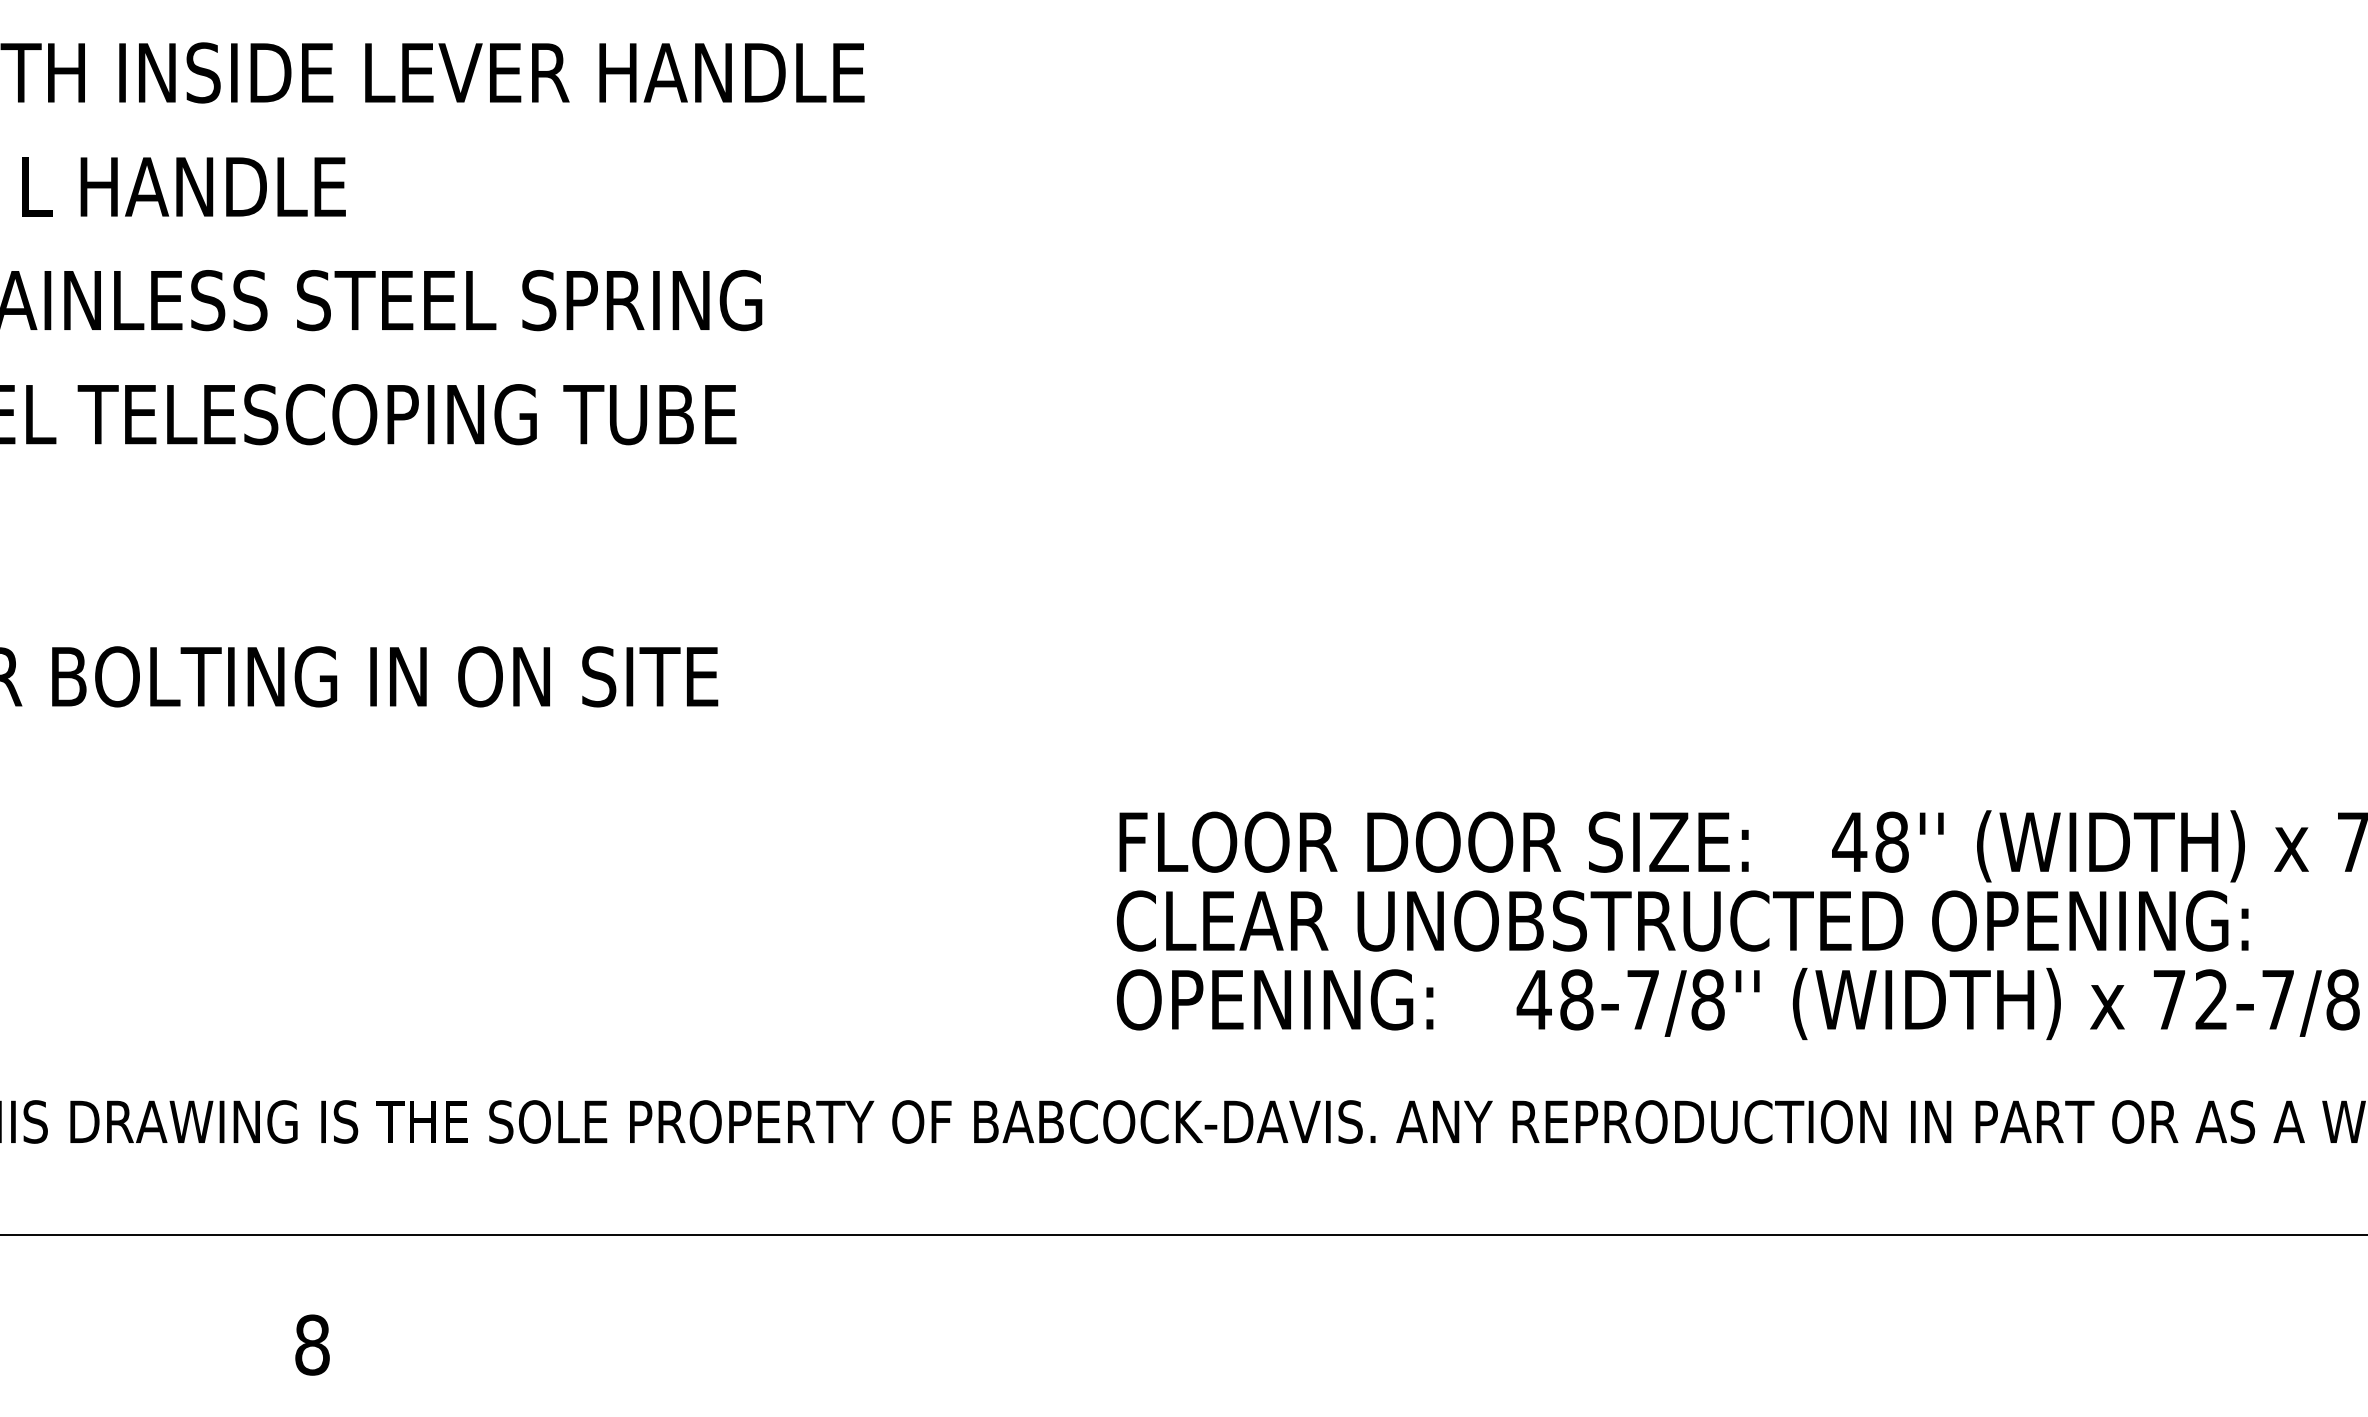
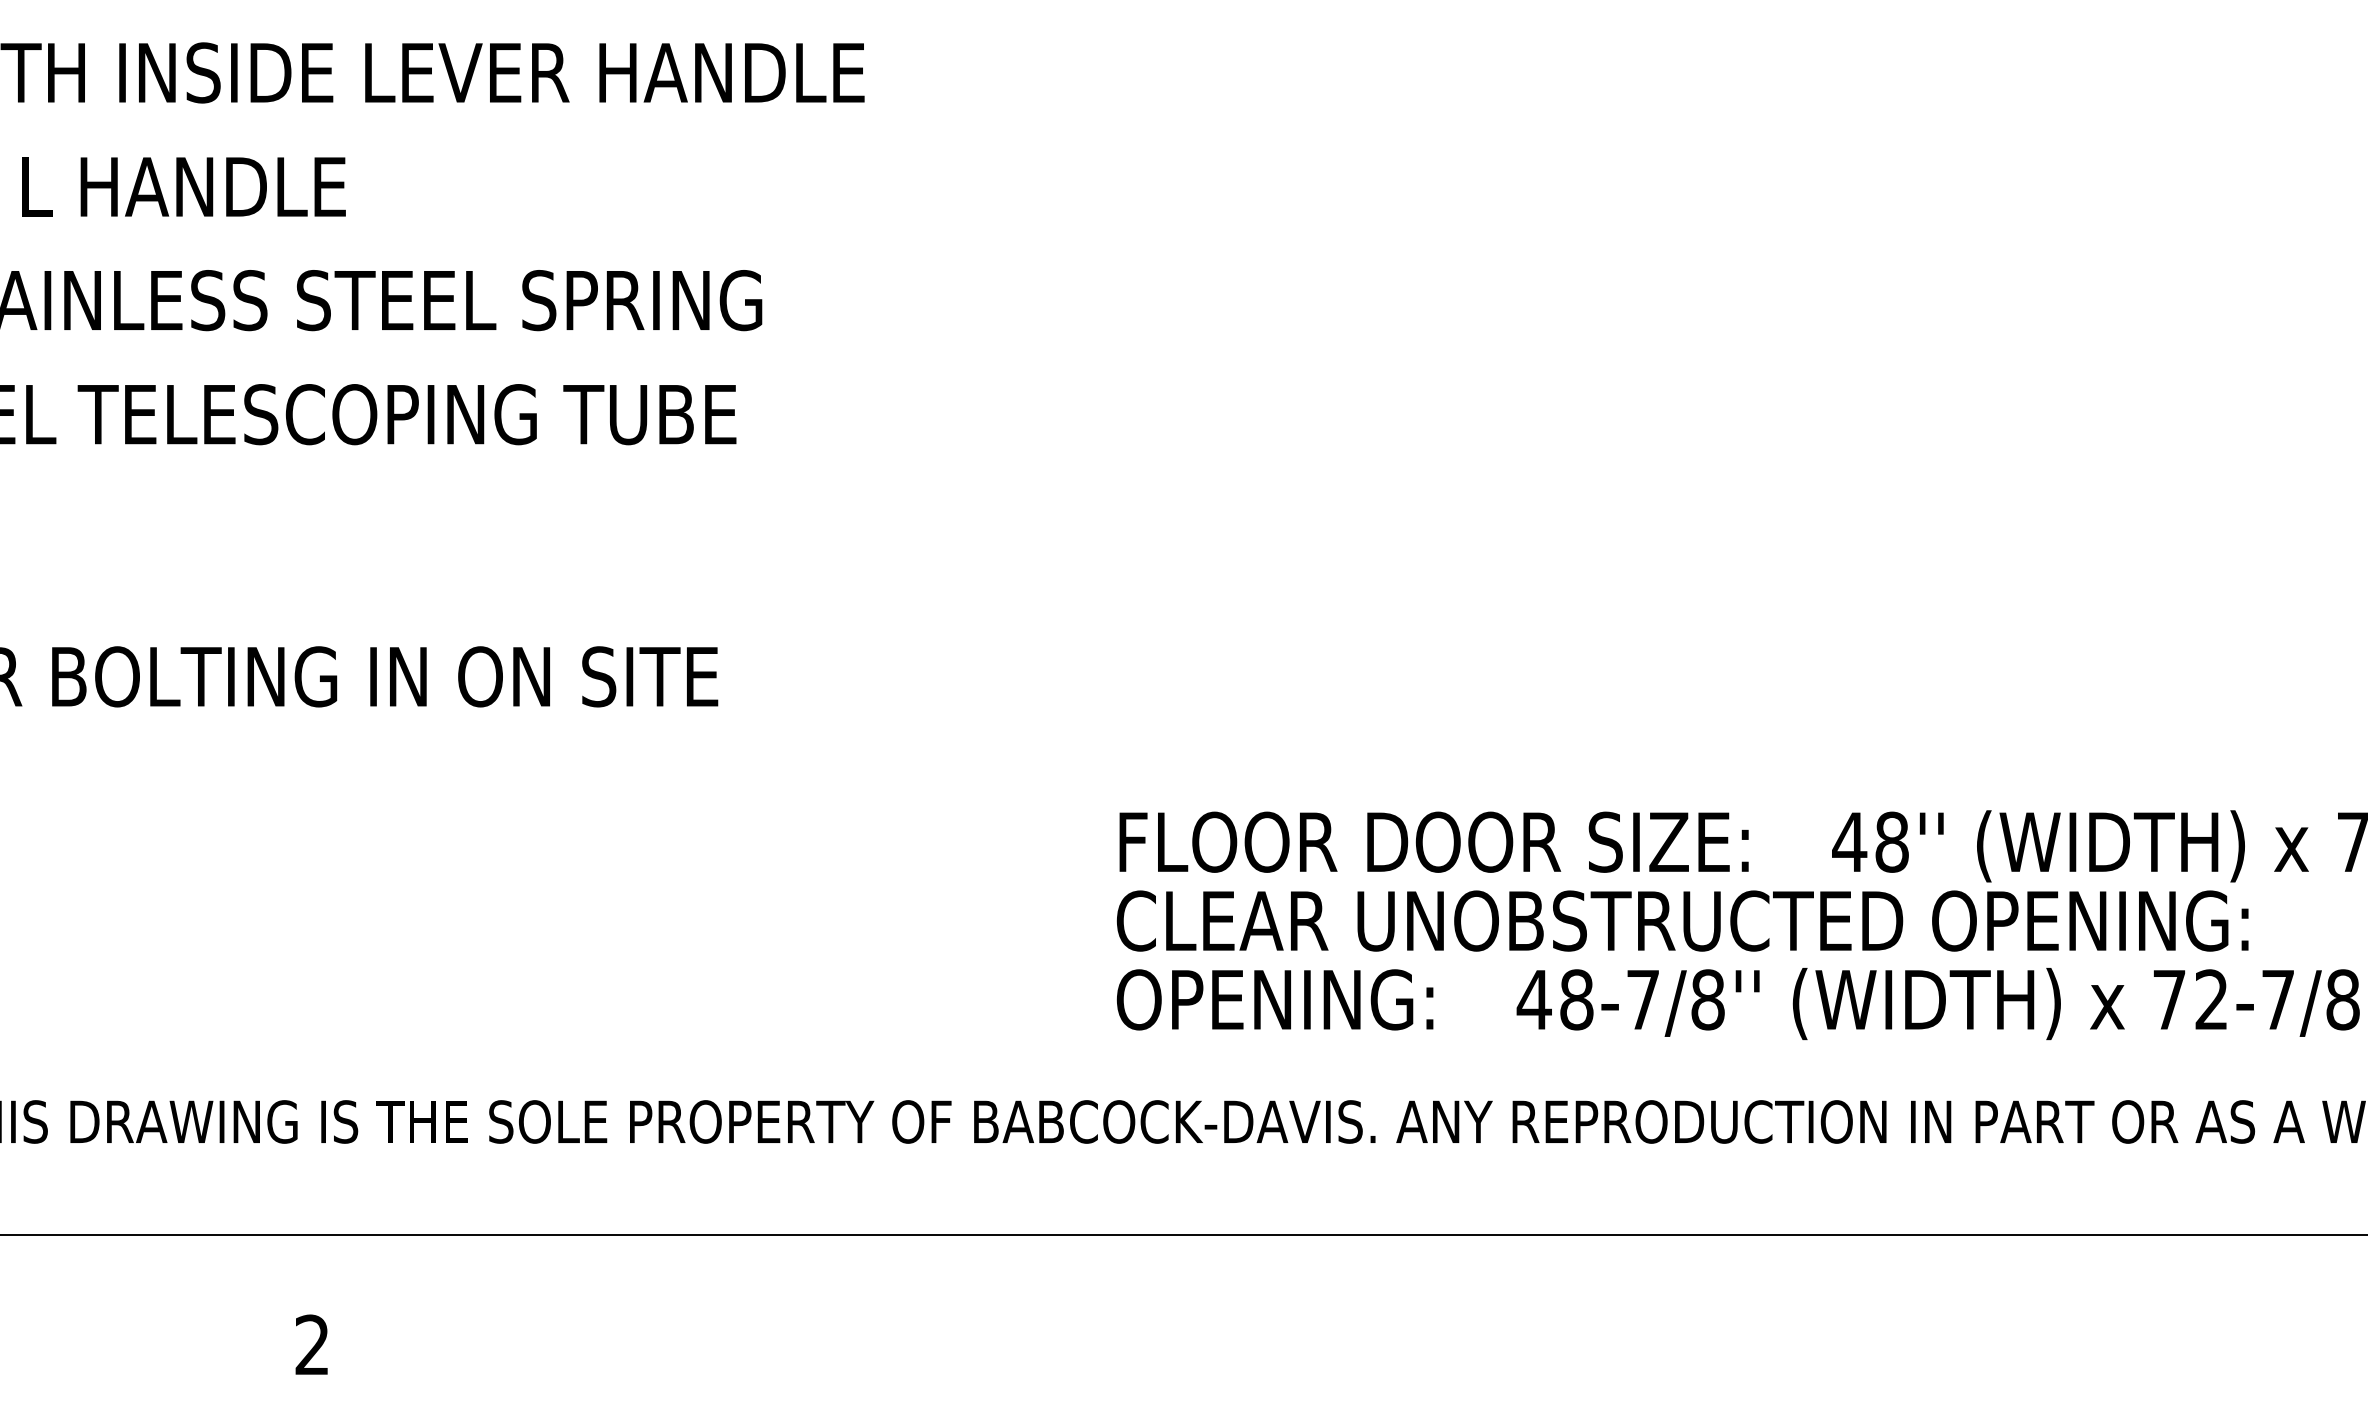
text at (312, 1344): 8 -> 2
